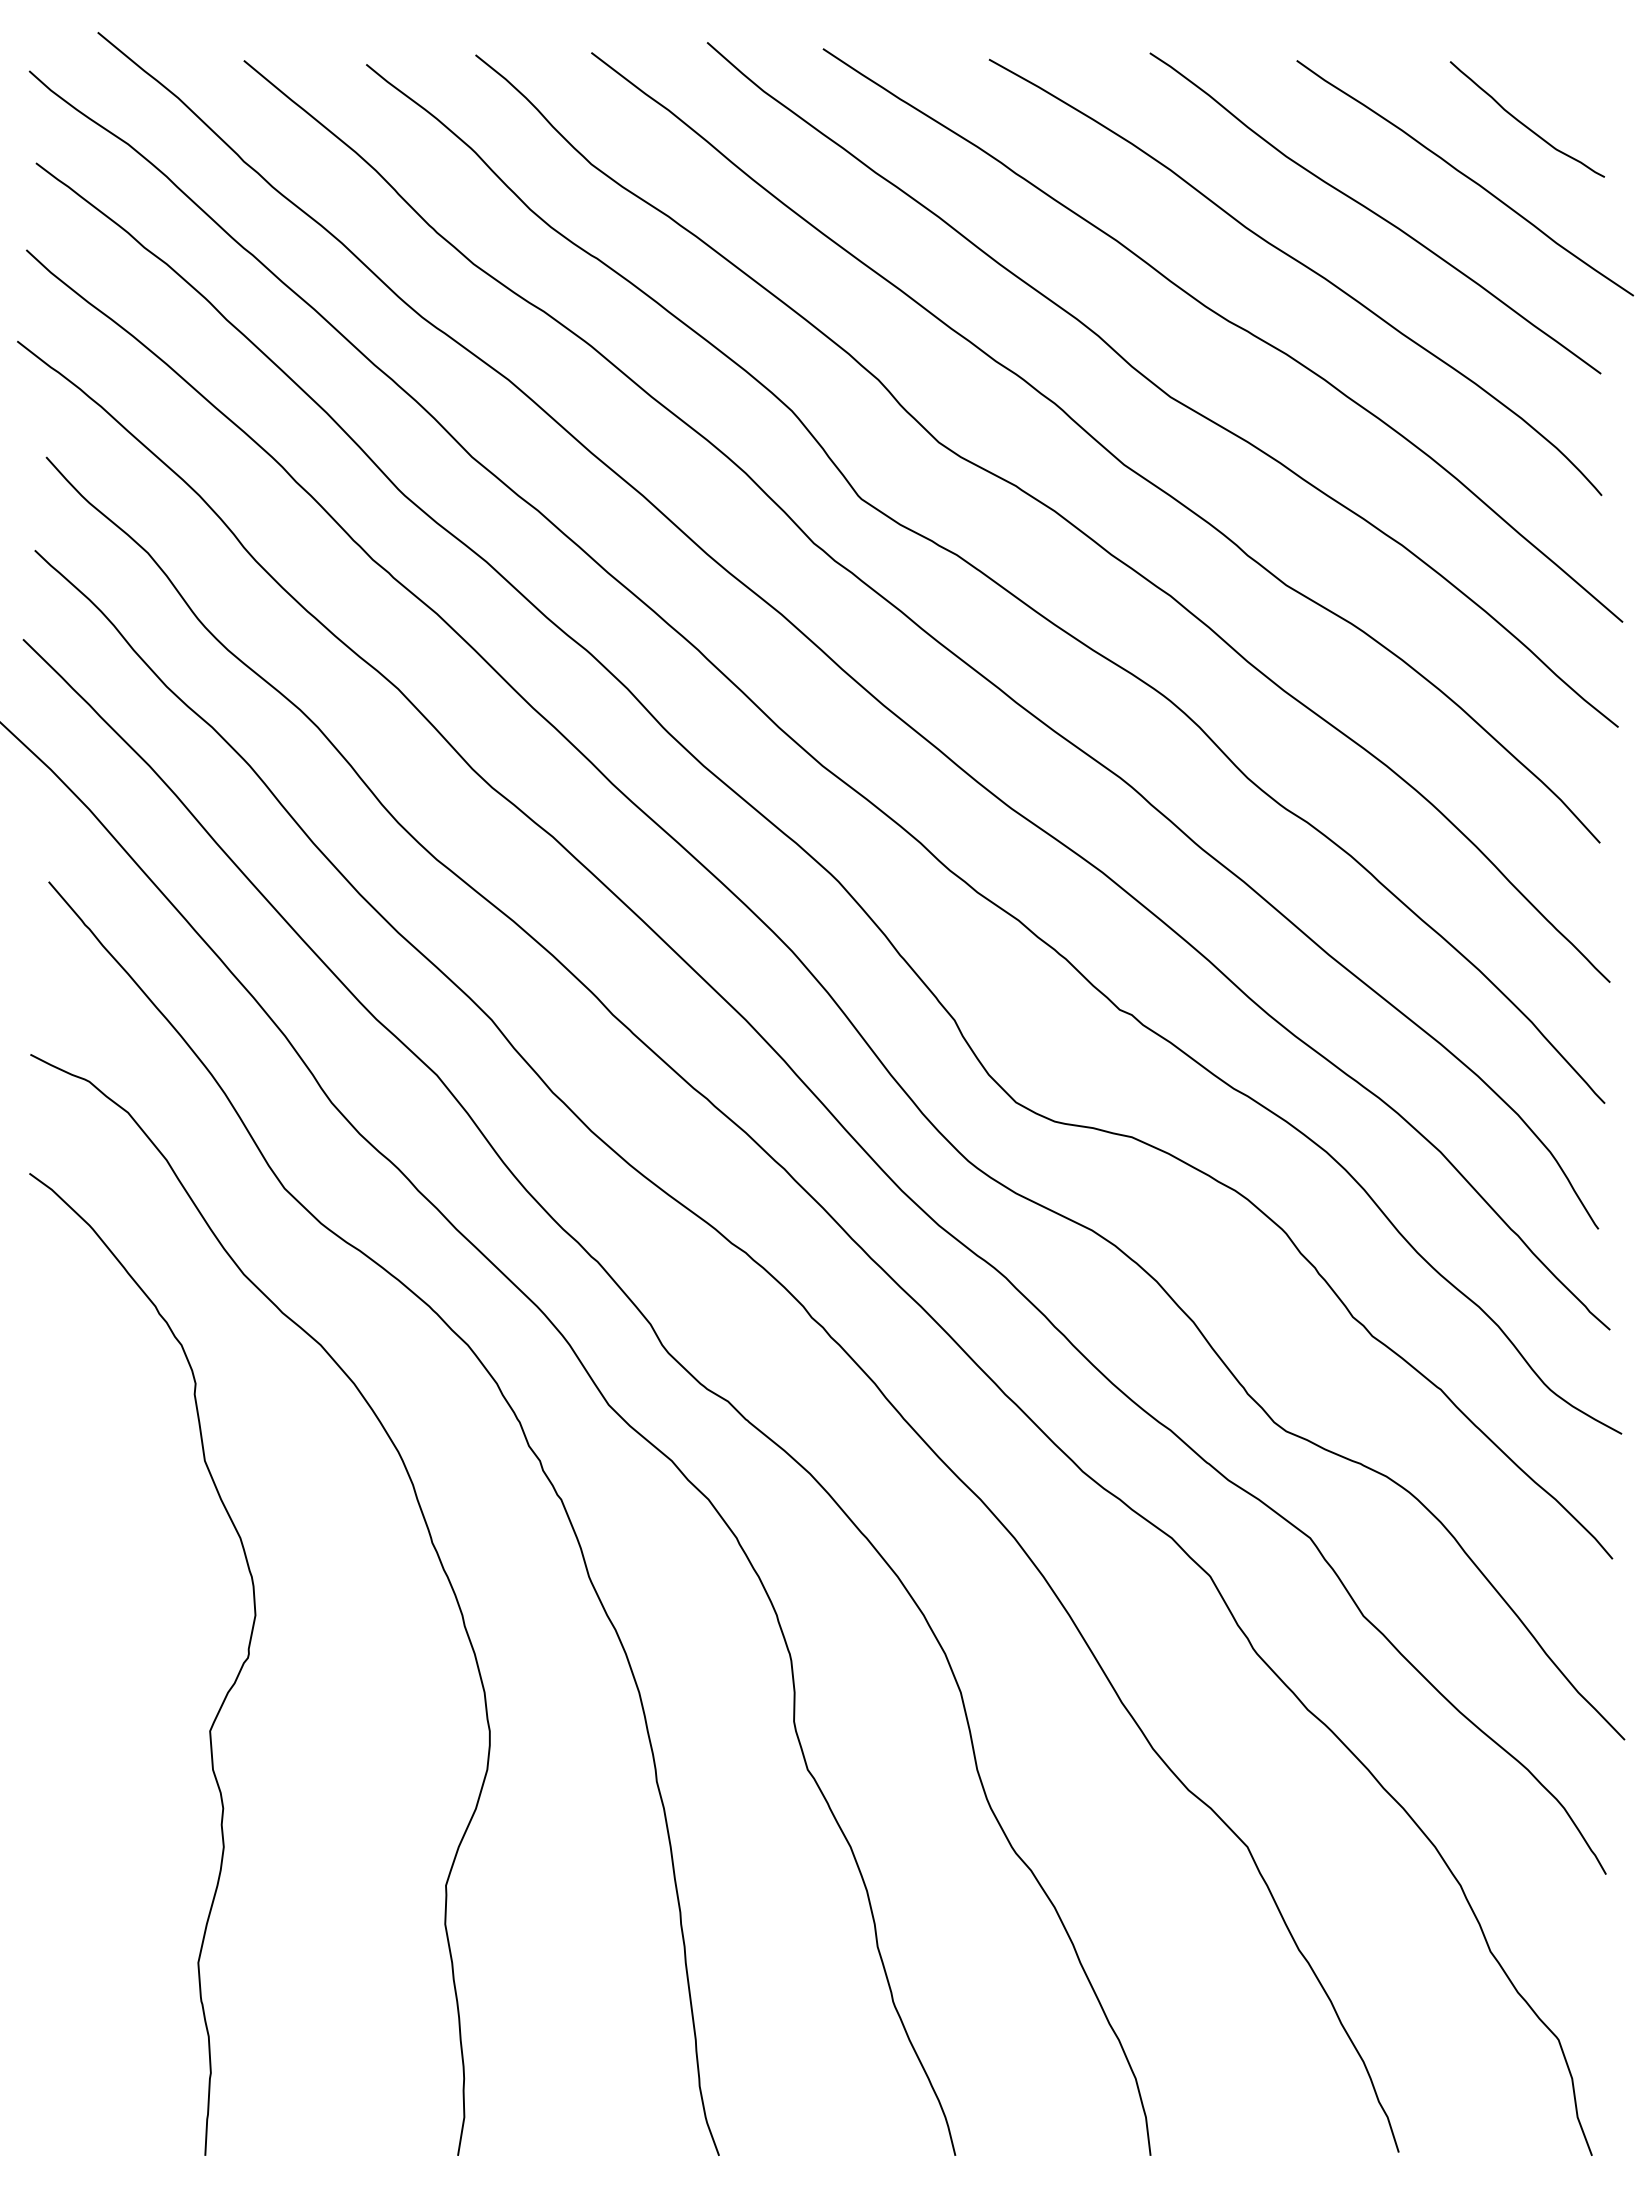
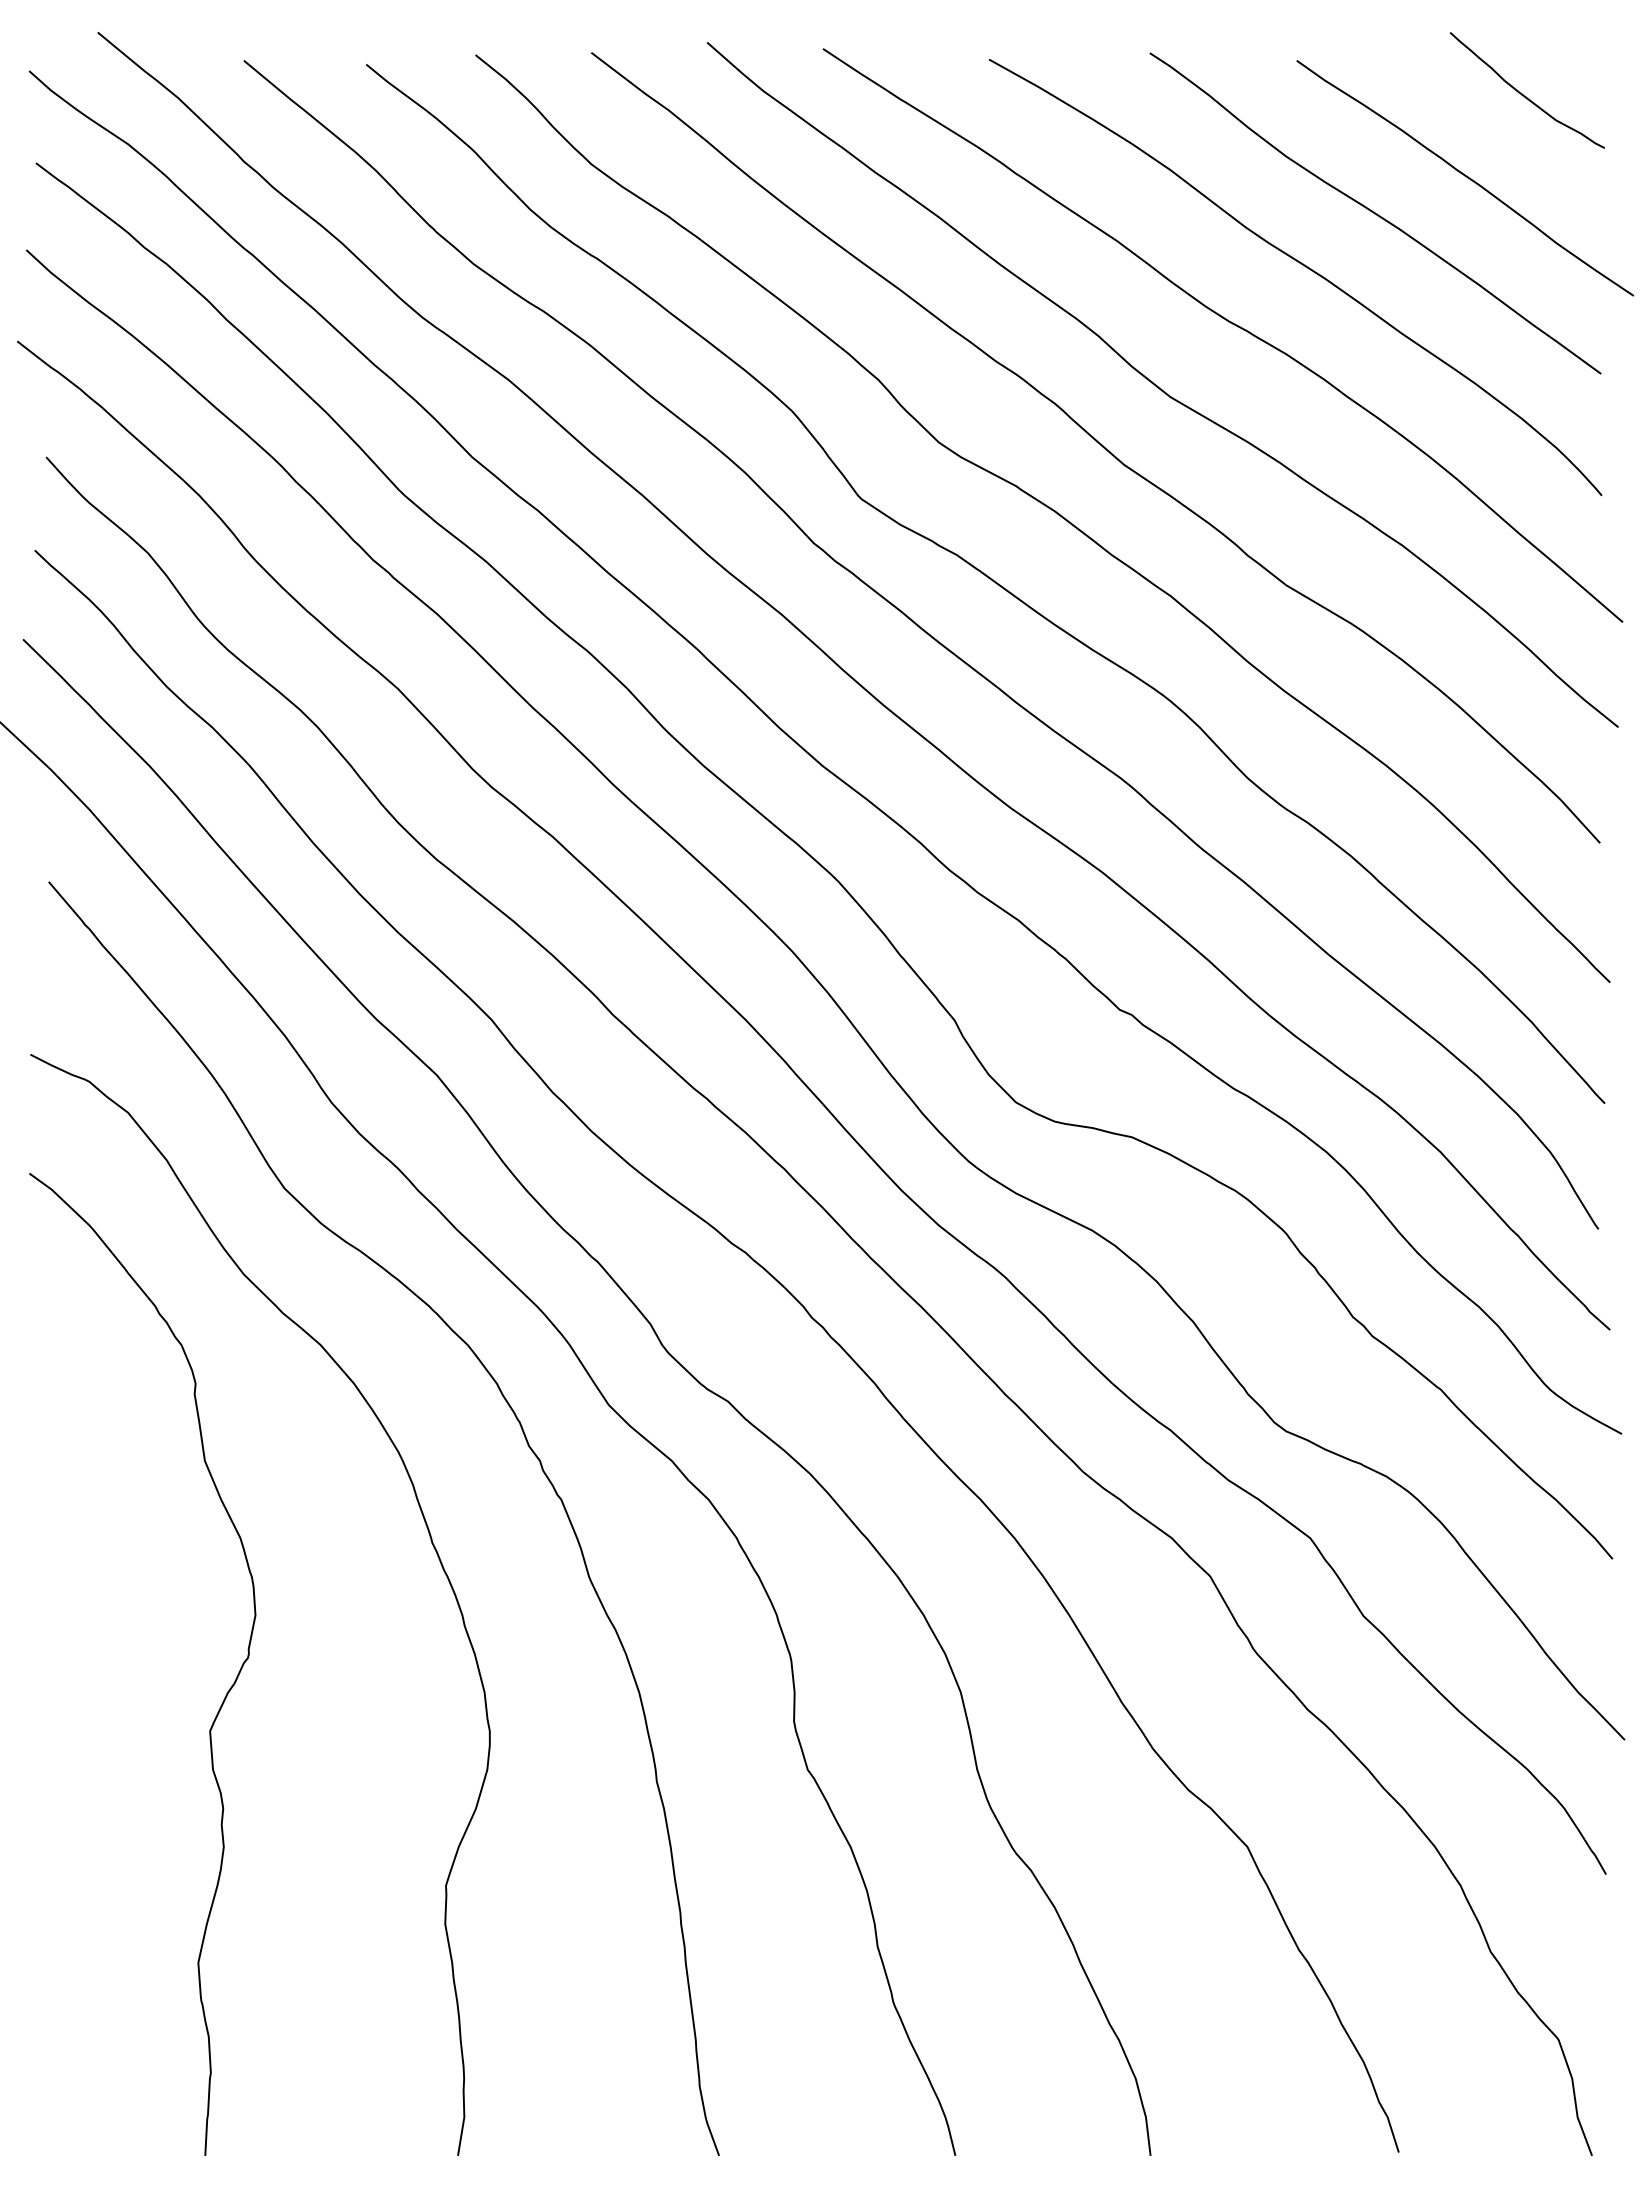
curve at (1522, 122) position: (1522, 122) -> (1522, 93)
